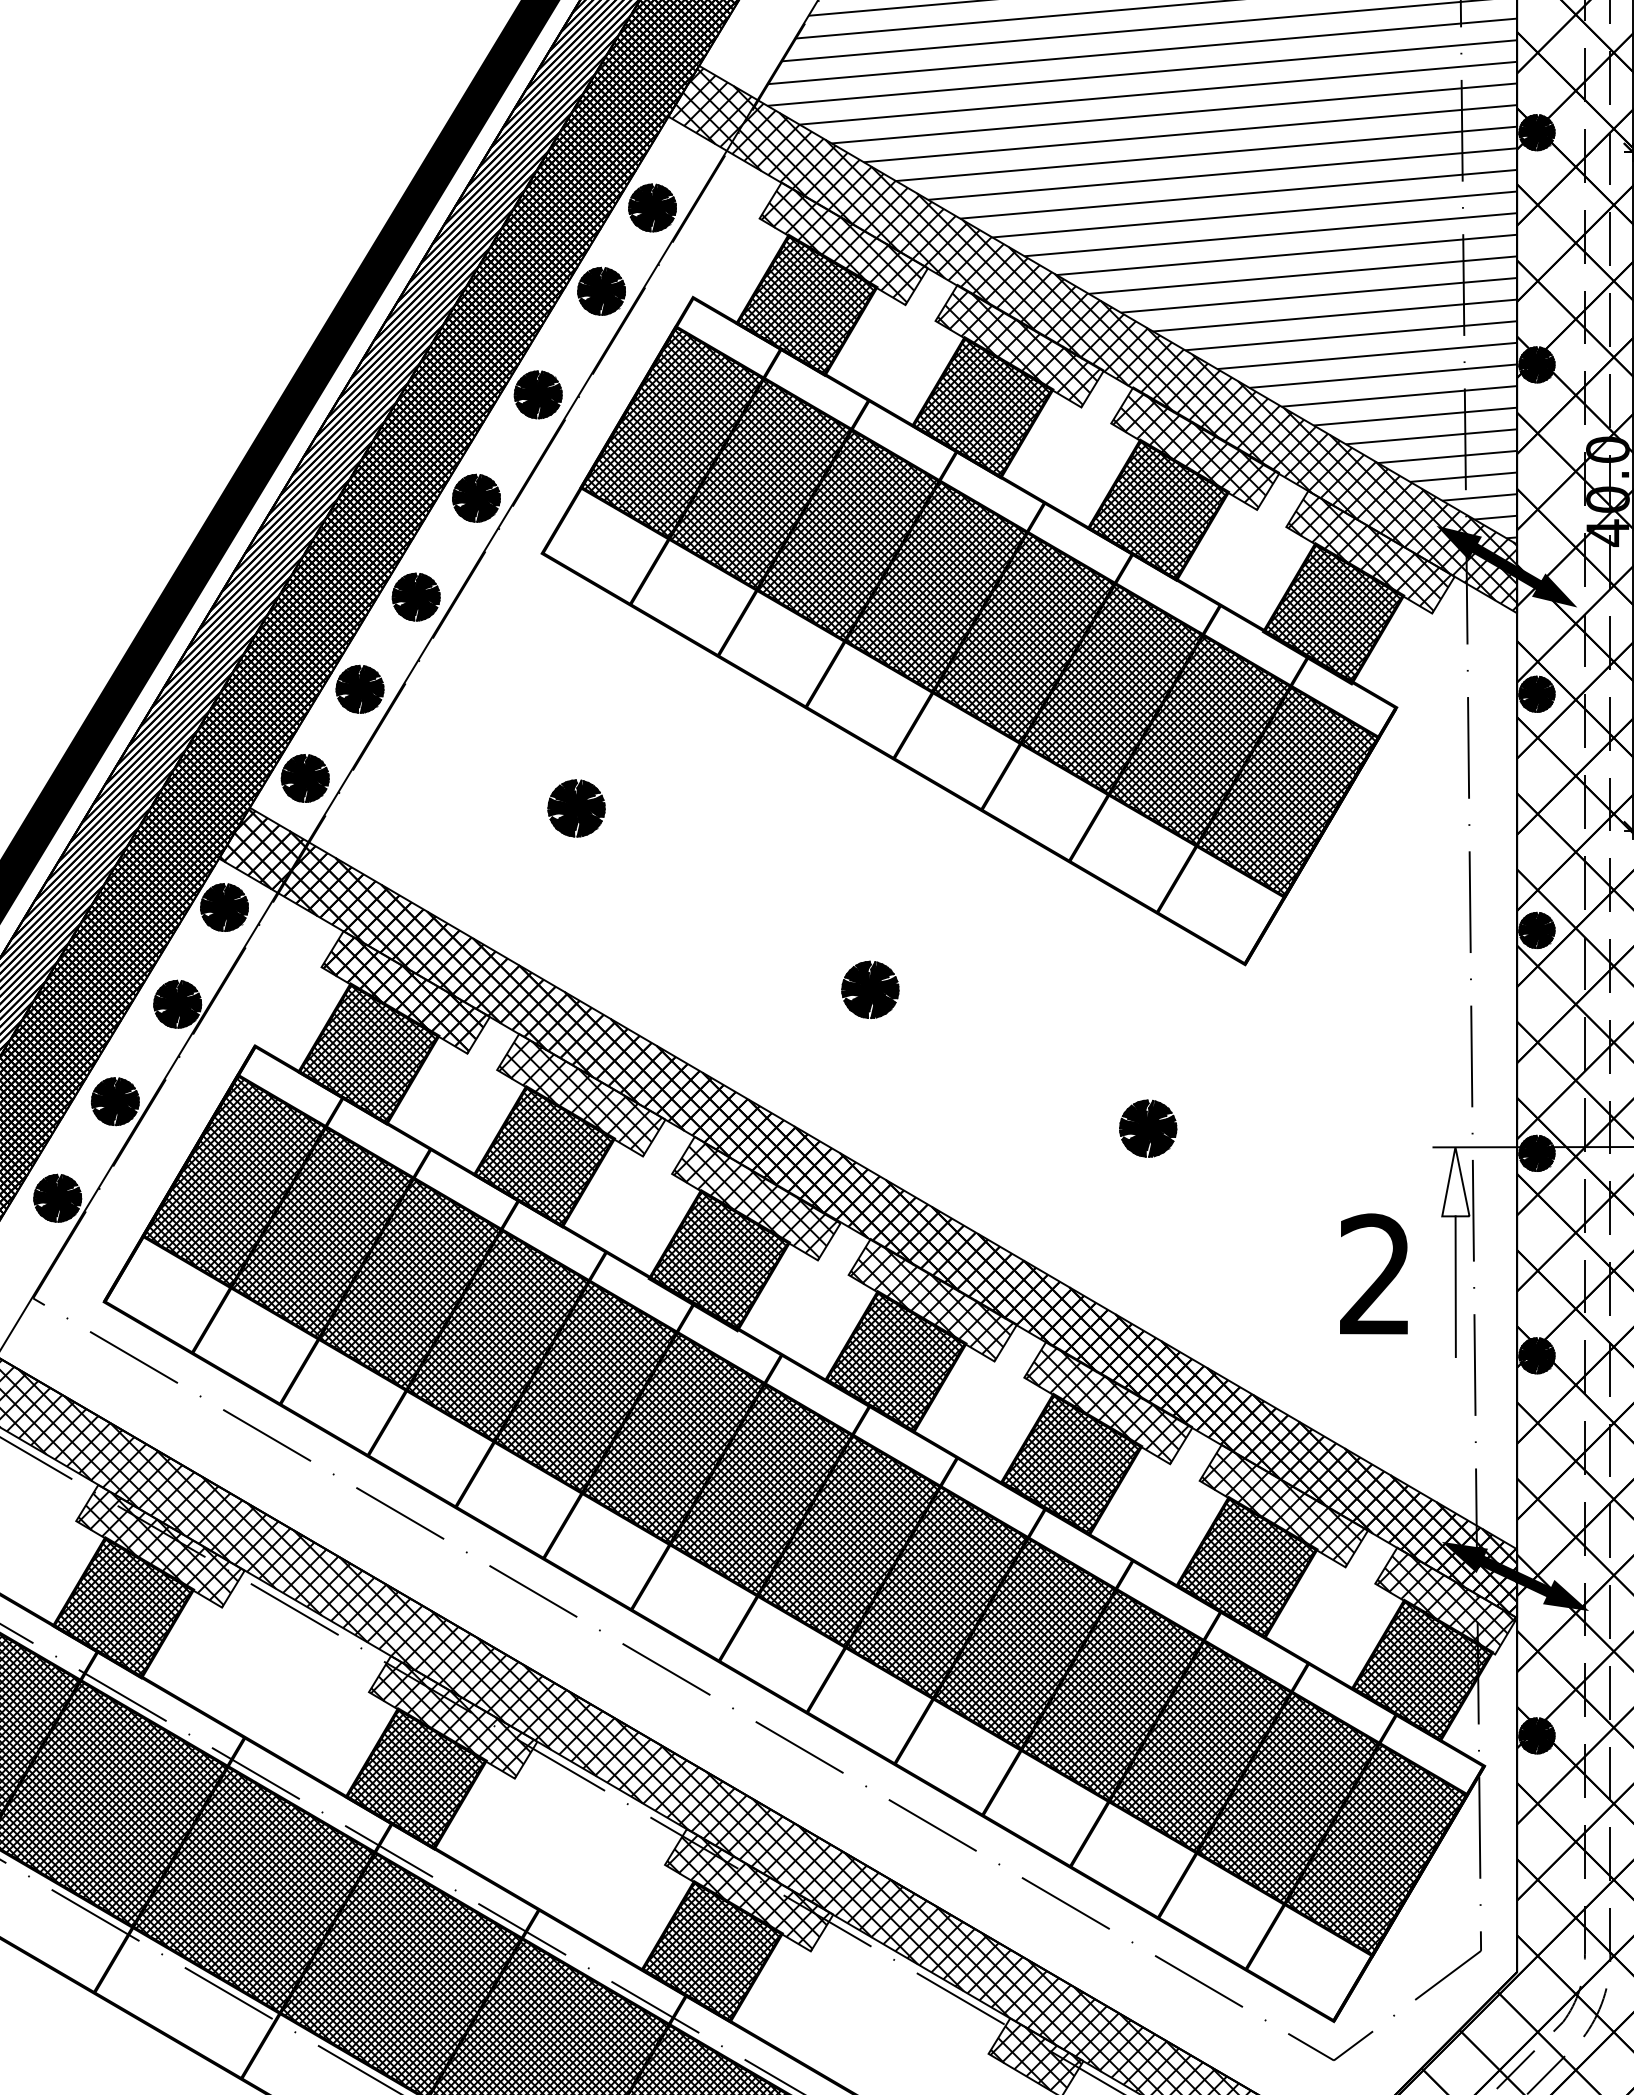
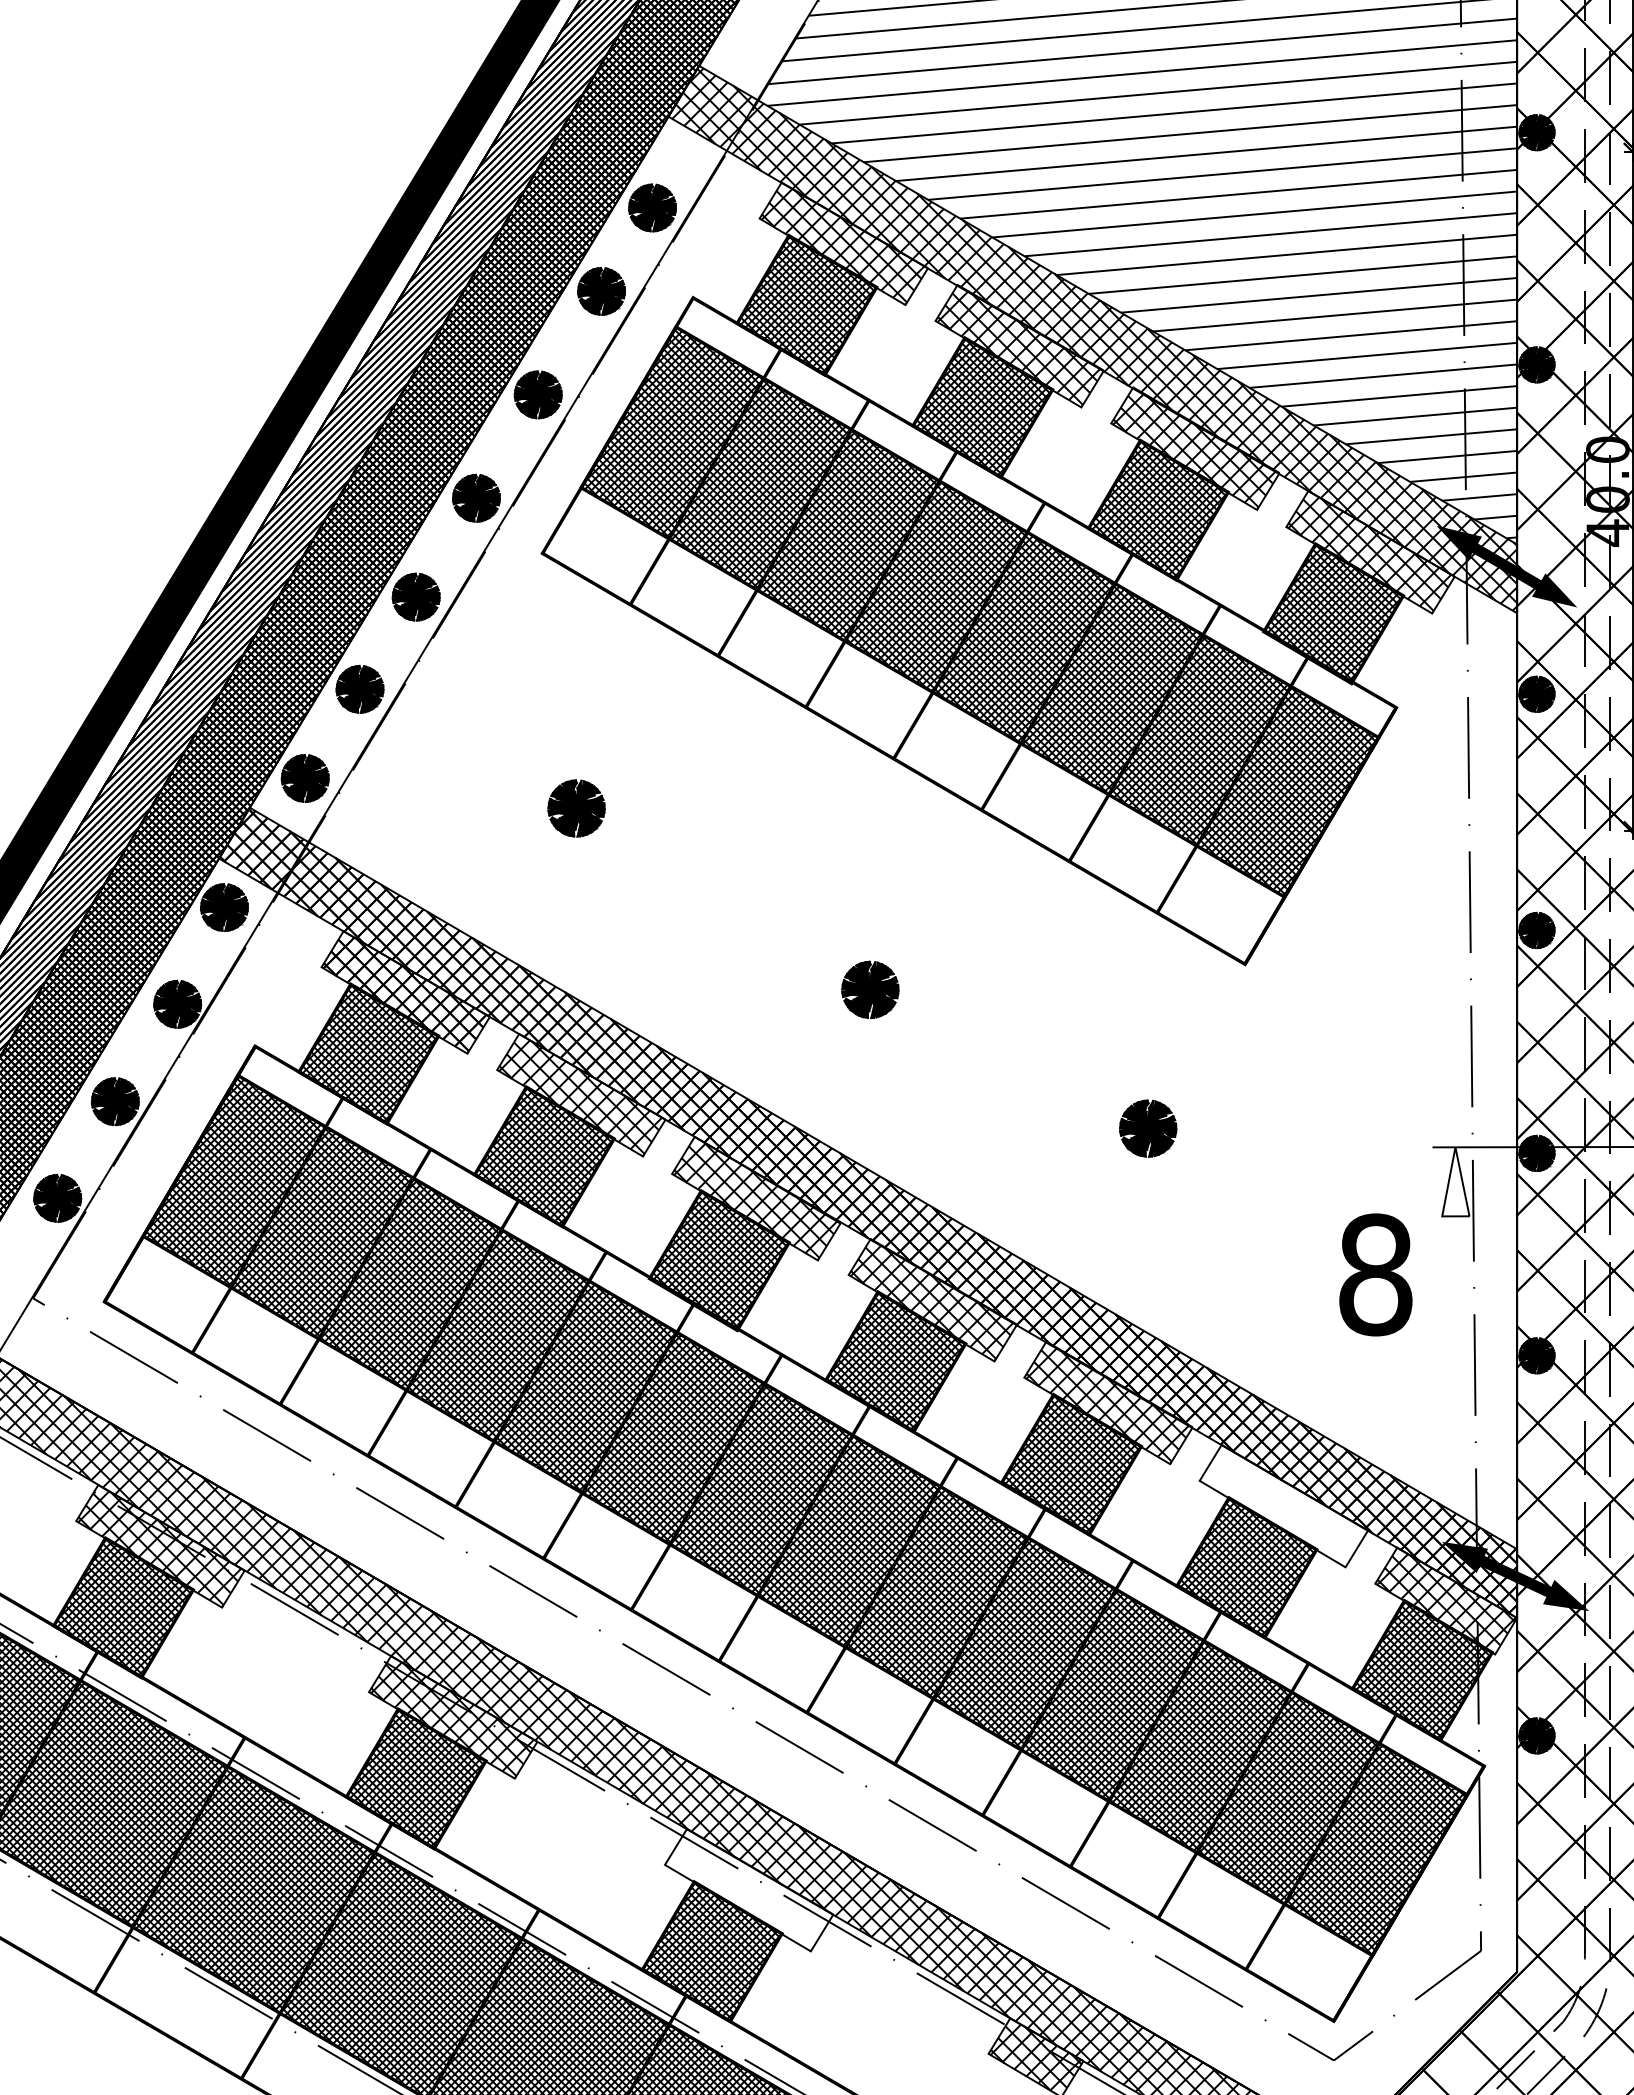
text at (1375, 1274): 2 -> 8
line at (1455, 1286): present -> none
hatch at (1282, 1509): present -> none
hatch at (748, 1893): present -> none
